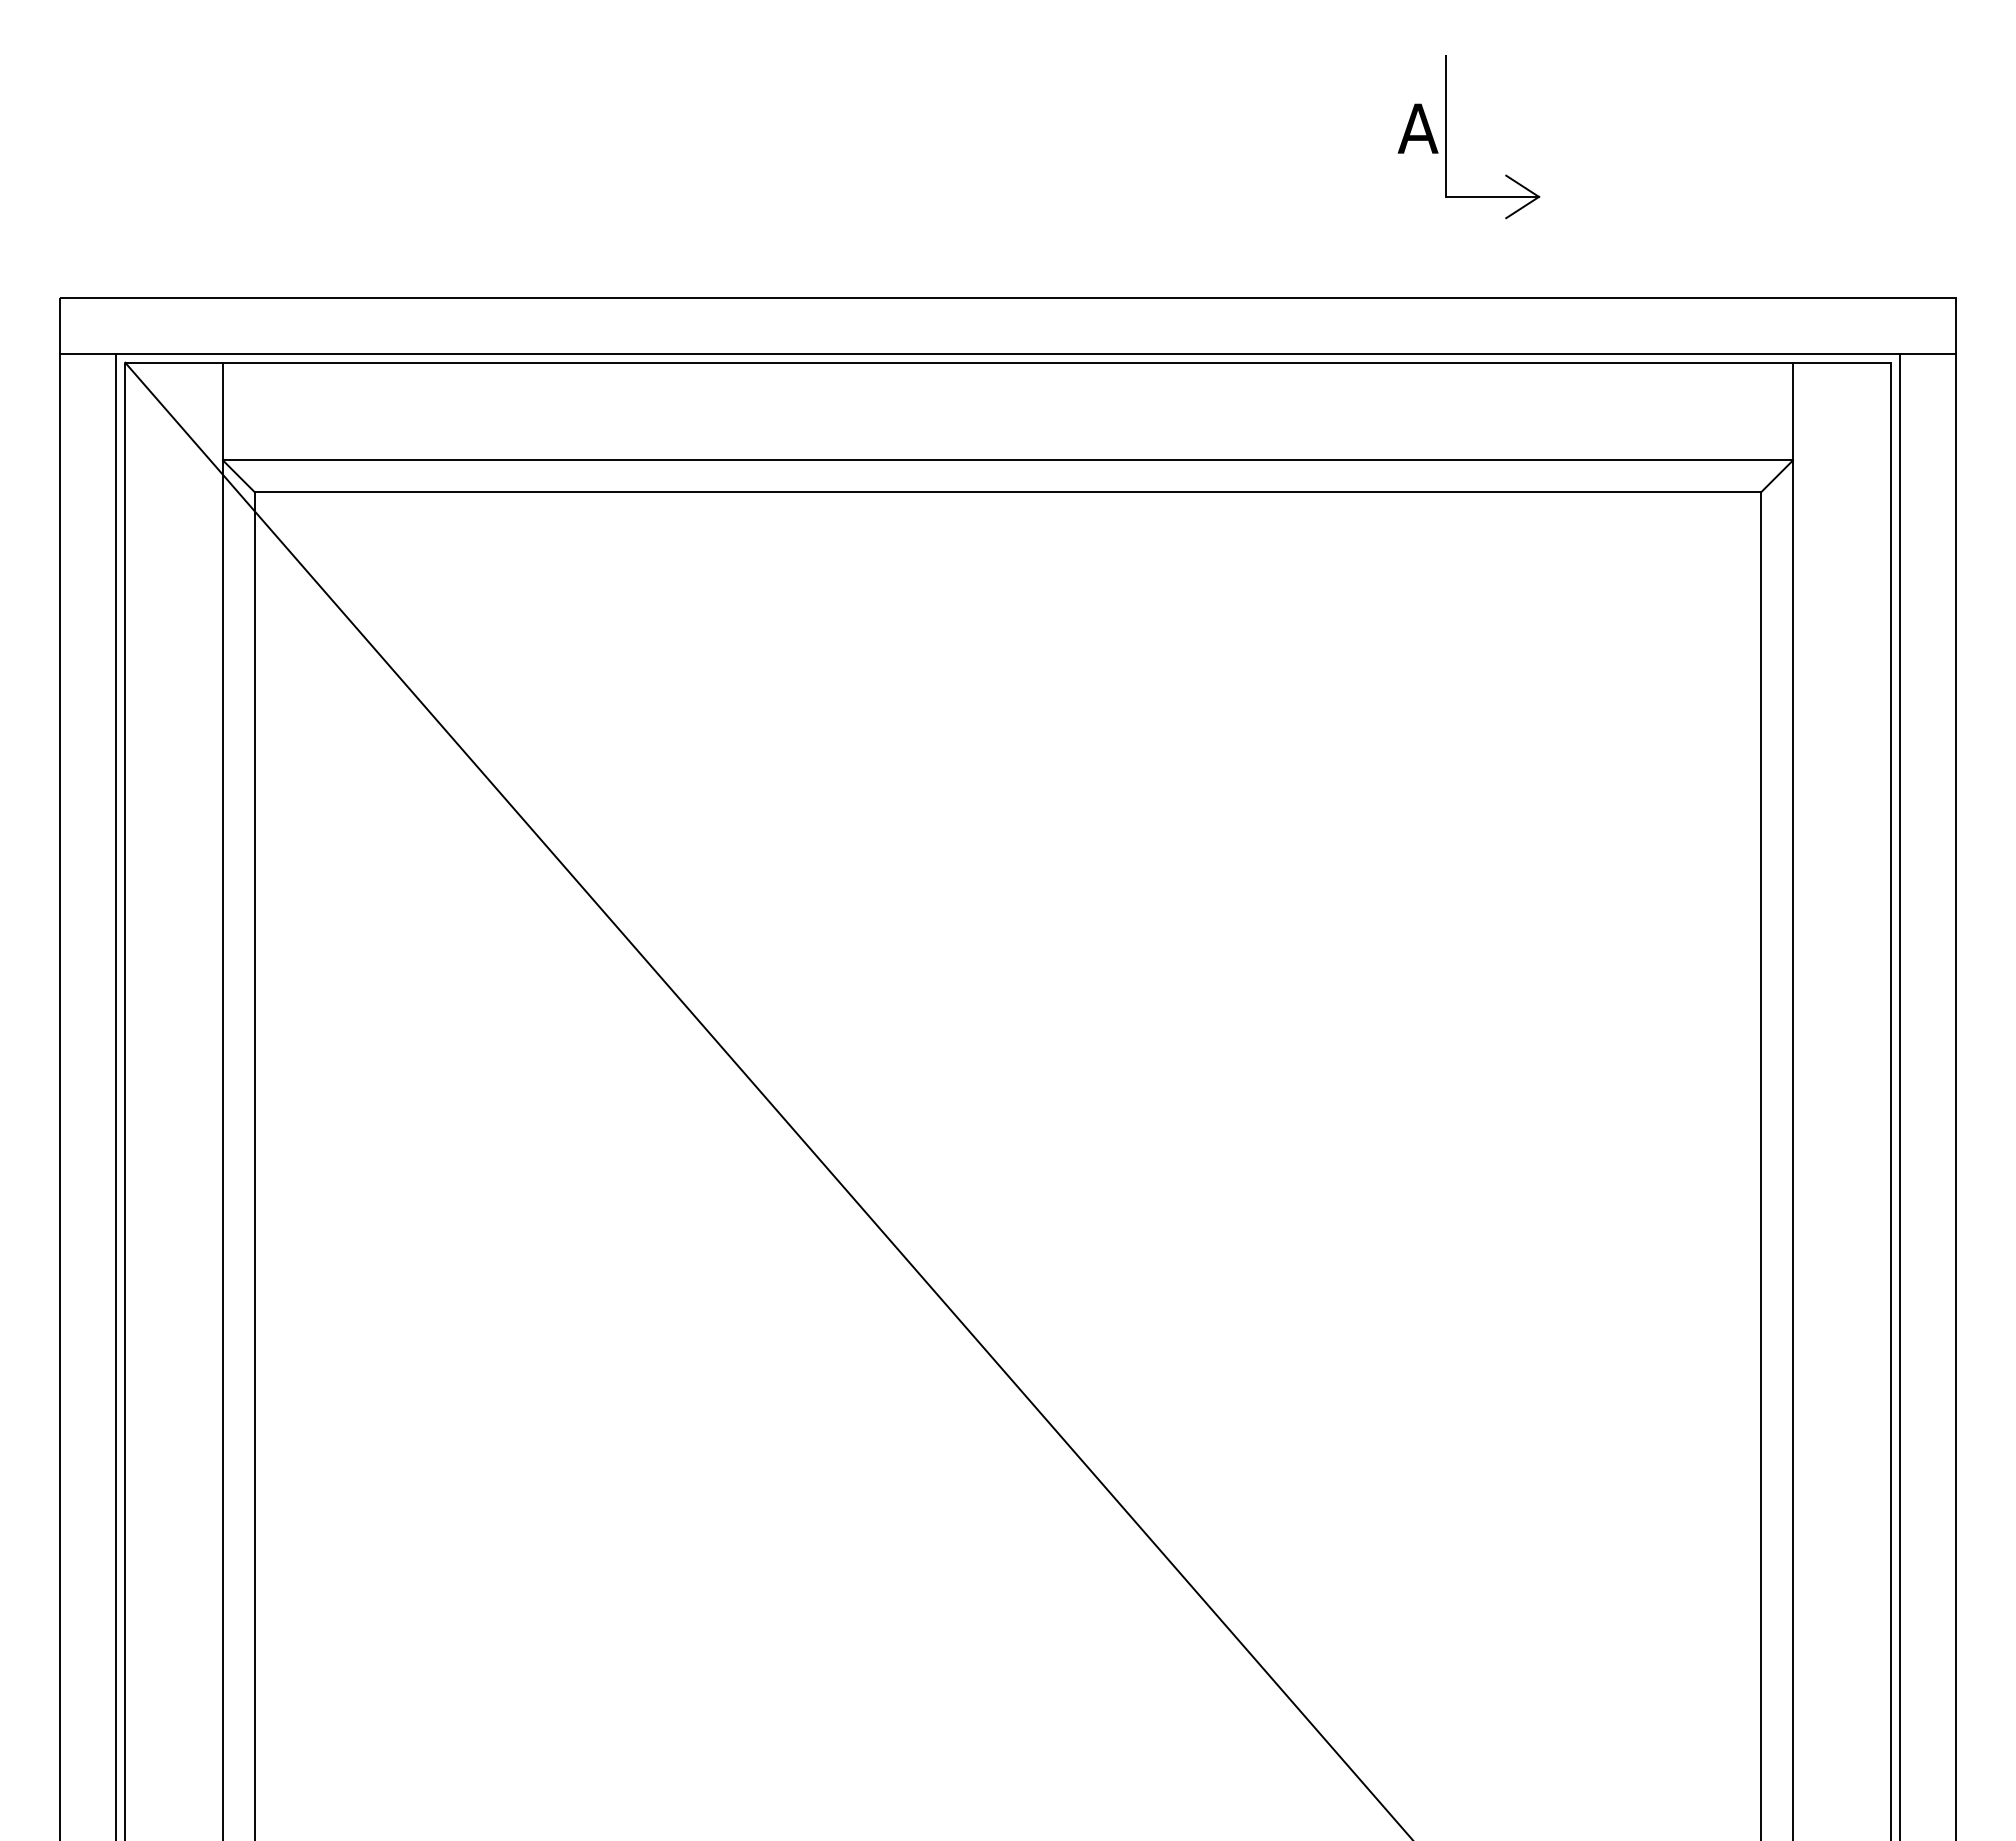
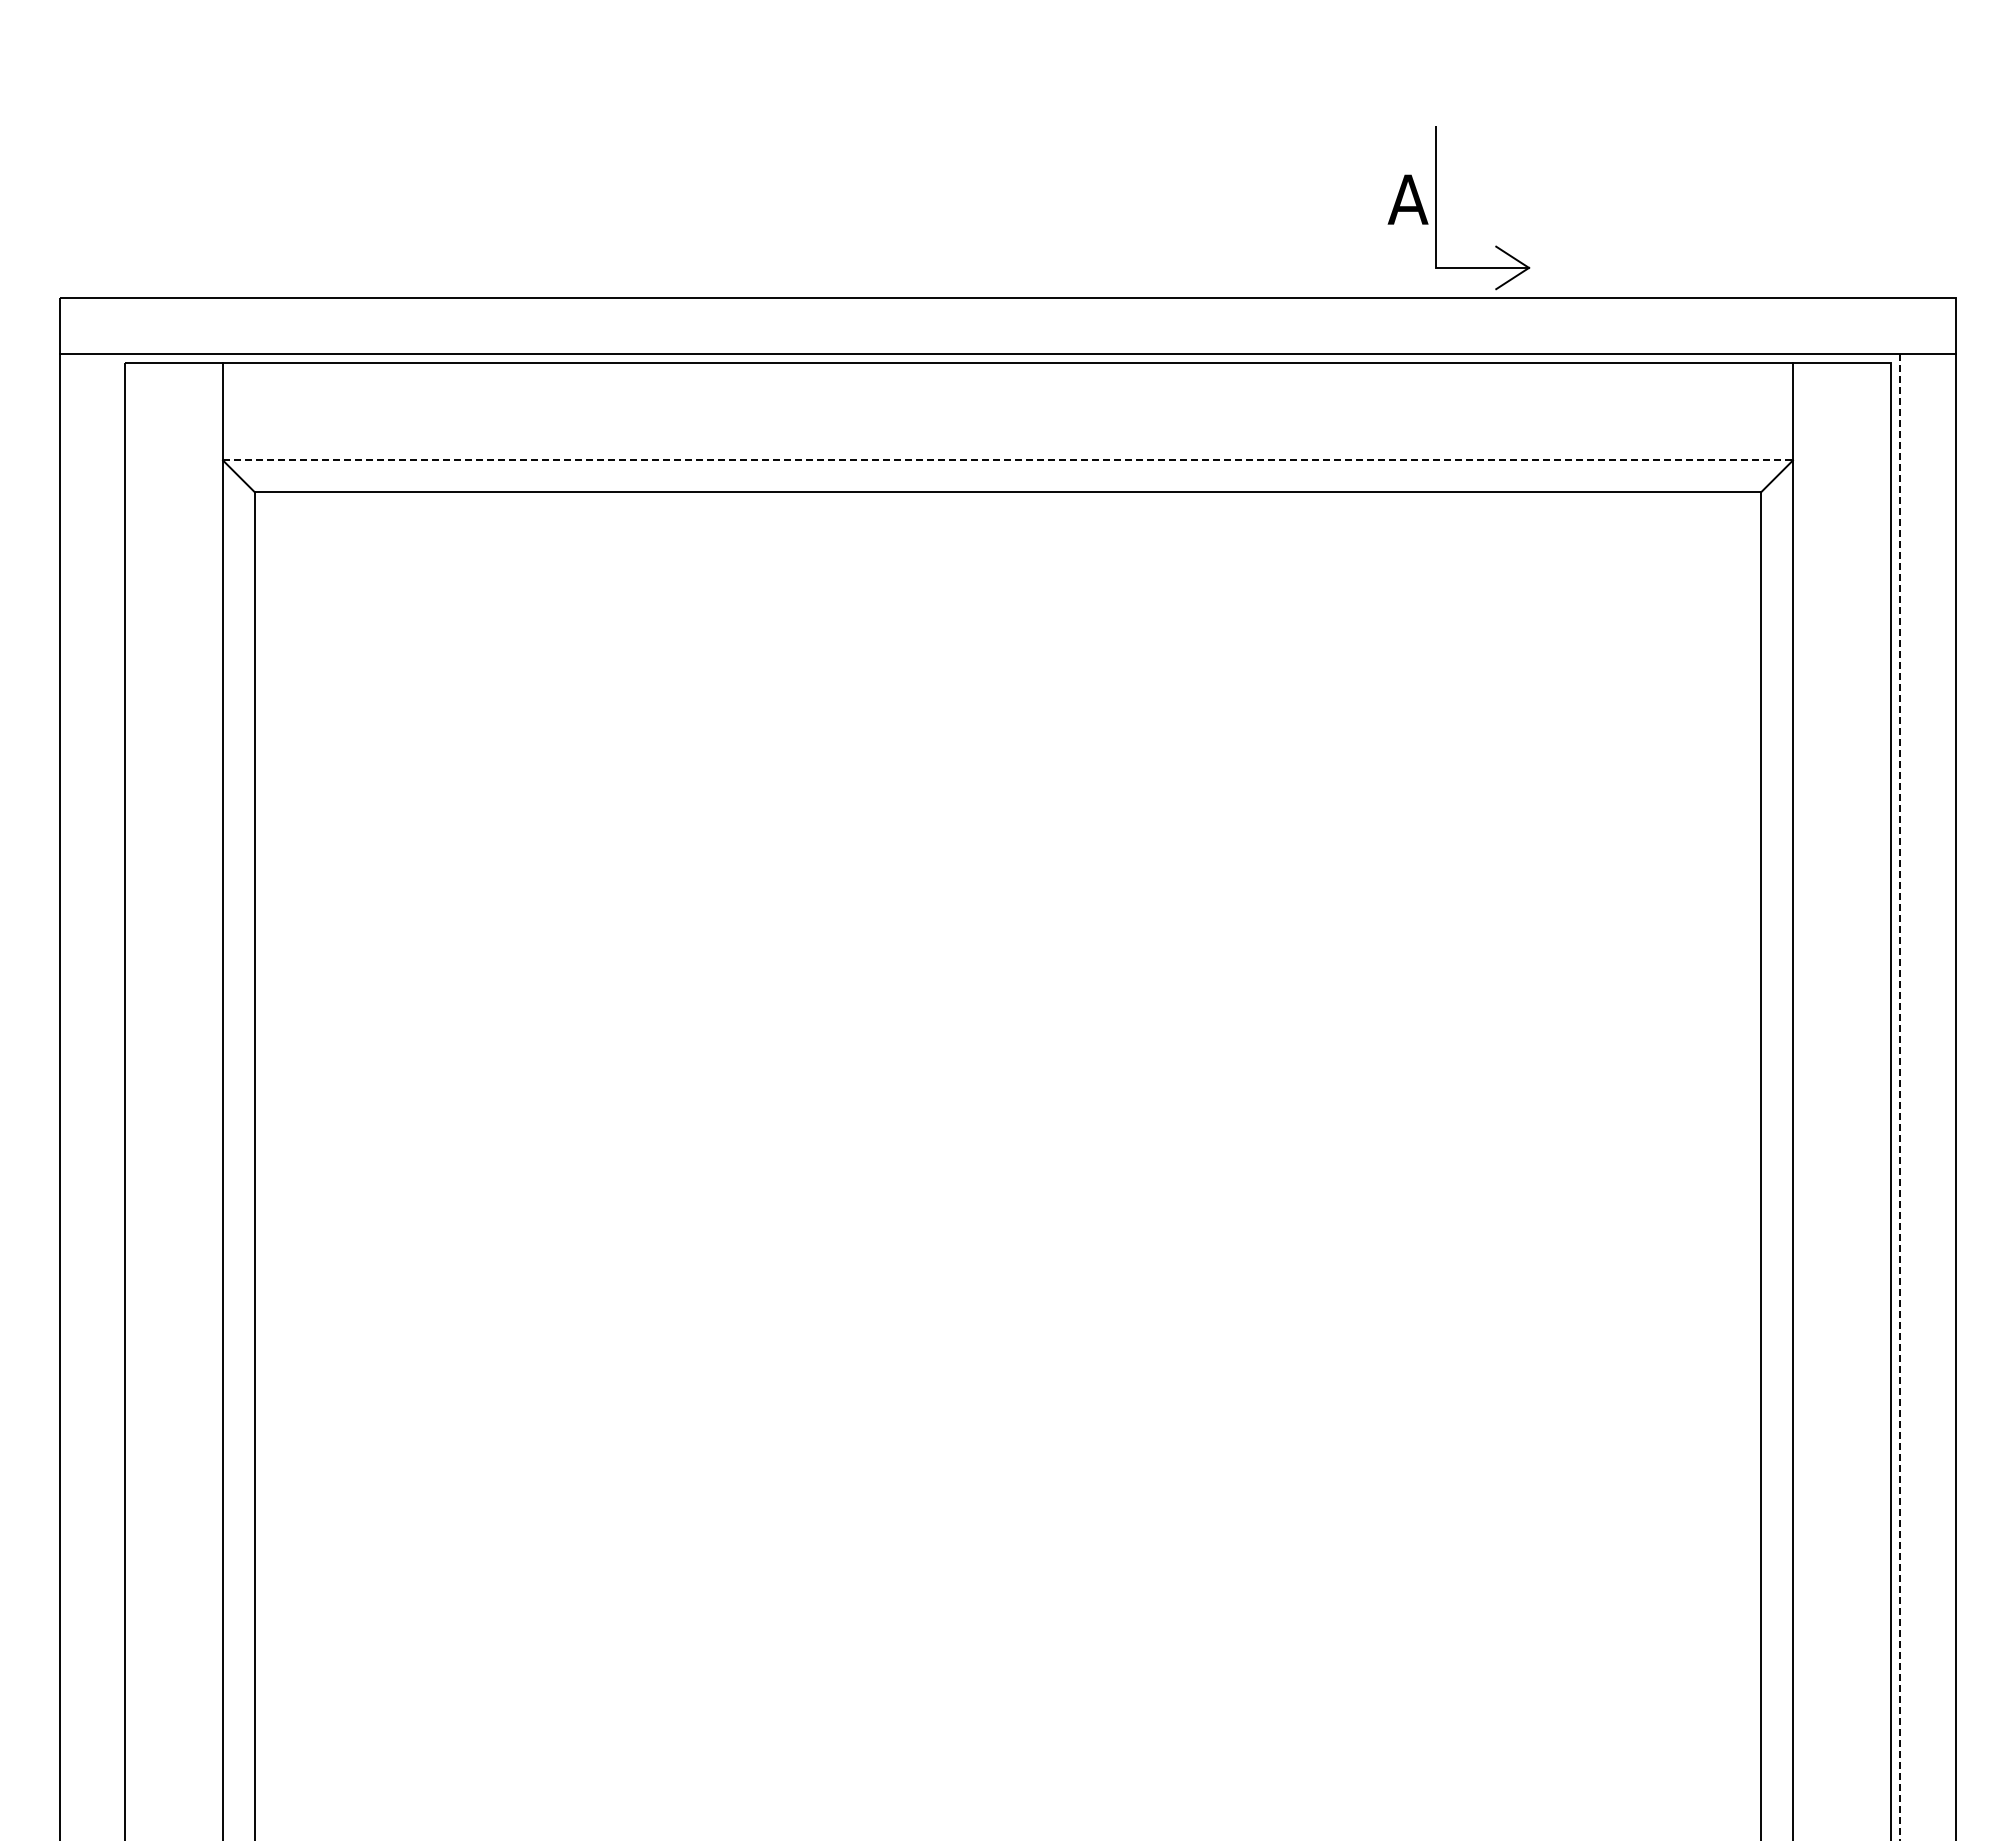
part at (1446, 137) position: (1446, 137) -> (1436, 208)
line at (1007, 460): solid -> dashed
line at (116, 1095): present -> none
line at (1899, 1097): solid -> dashed
line at (767, 1099): present -> none
